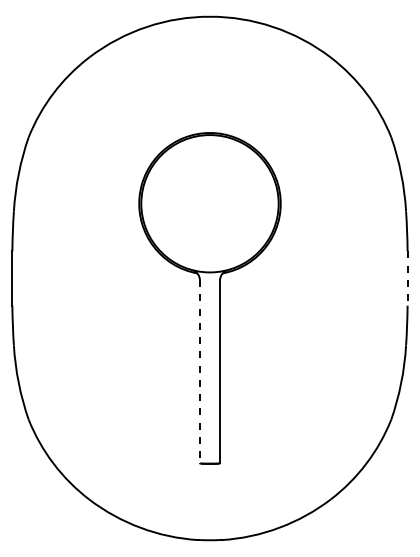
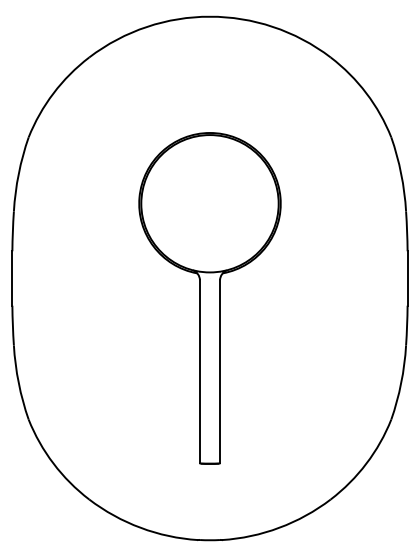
line at (407, 278): dashed -> solid
line at (199, 372): dashed -> solid
